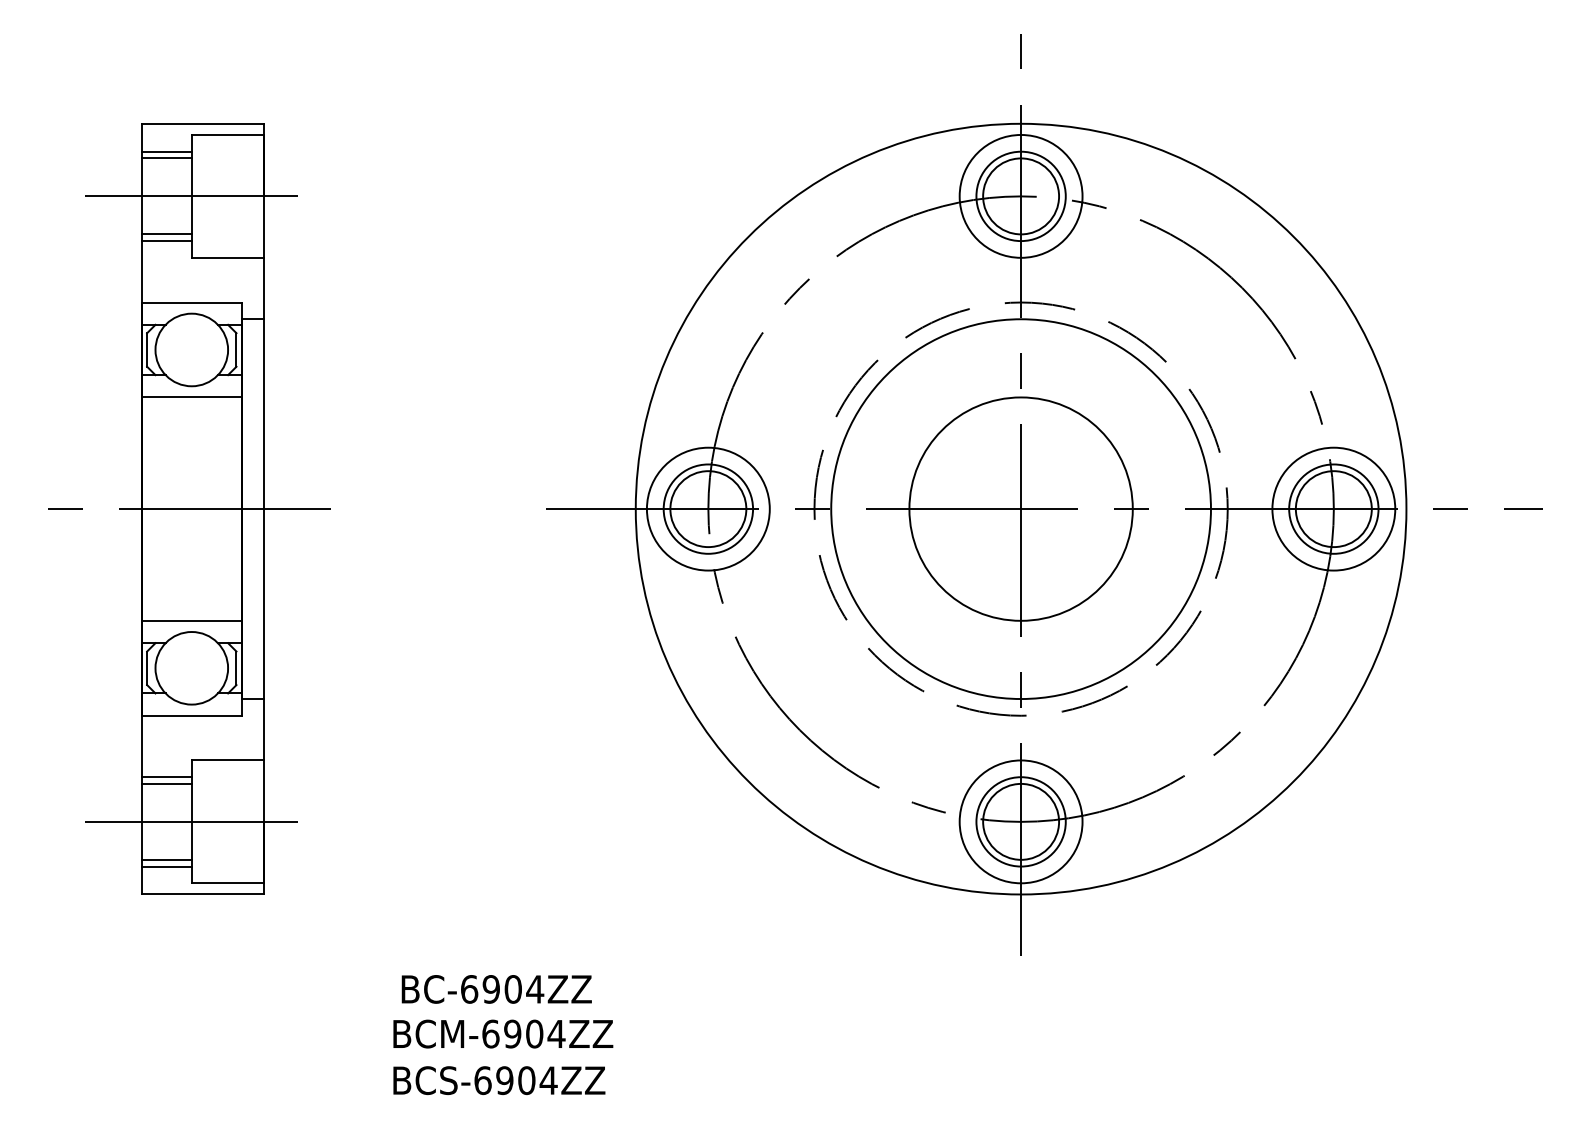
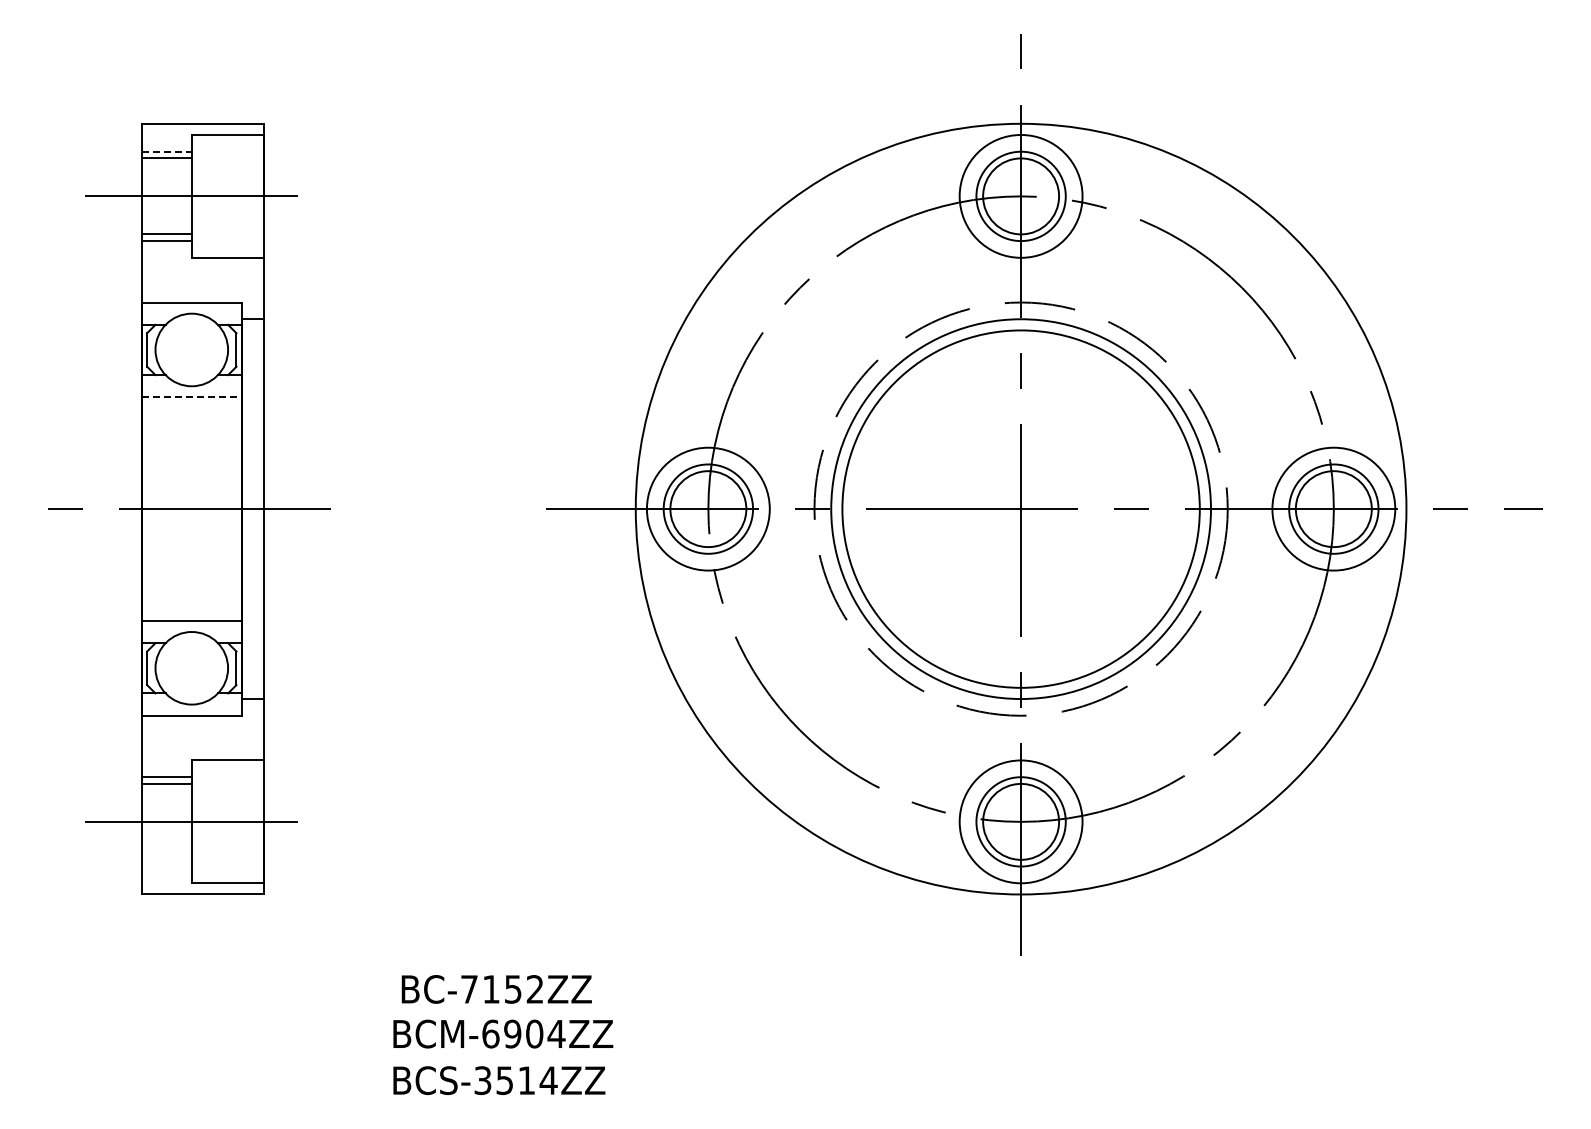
line at (167, 151): solid -> dashed
line at (192, 397): solid -> dashed
circle at (1020, 508) diameter: 223 px -> 357 px
line at (166, 859): present -> none
line at (166, 866): present -> none
text at (502, 989): BC-6904ZZ -> BC-7152ZZ
text at (504, 1080): BCS-6904ZZ -> BCS-3514ZZ
